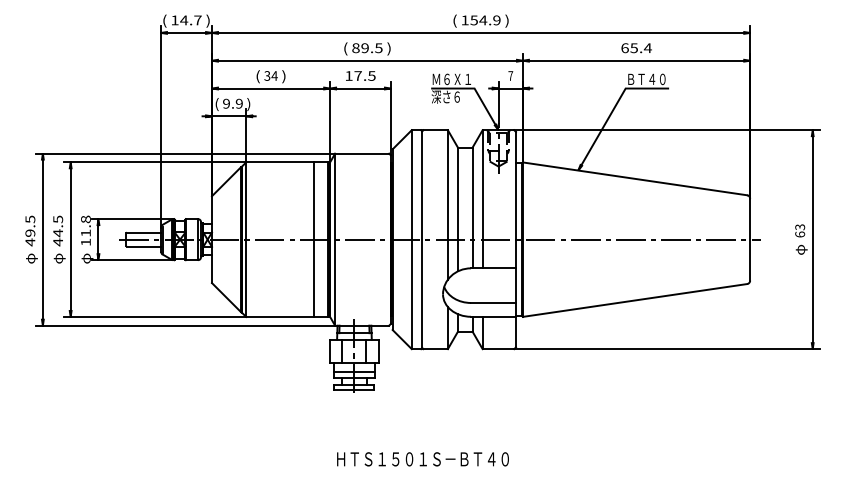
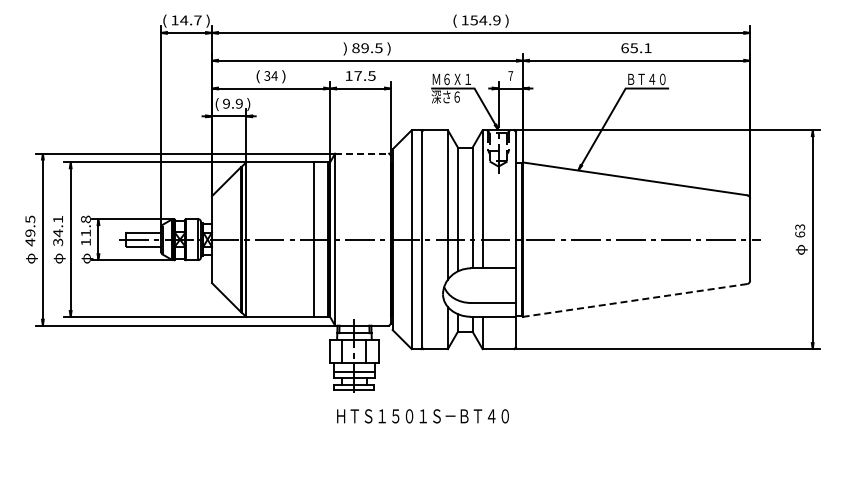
text at (647, 47): 65.4 -> 65.1
text at (345, 48): ( -> )
line at (362, 153): solid -> dashed
text at (58, 230): 44.5 -> 34.1
line at (634, 300): solid -> dashed
text at (422, 459) position: (422, 459) -> (422, 416)
